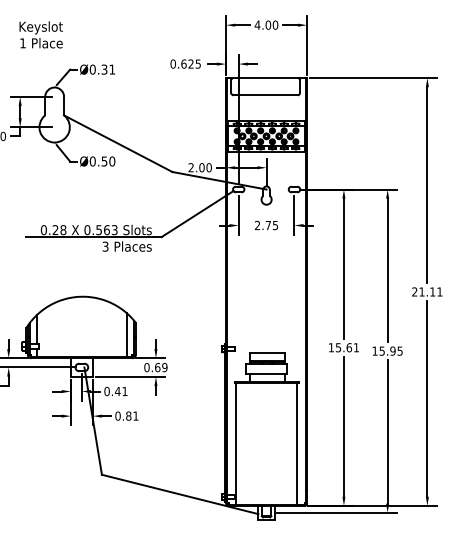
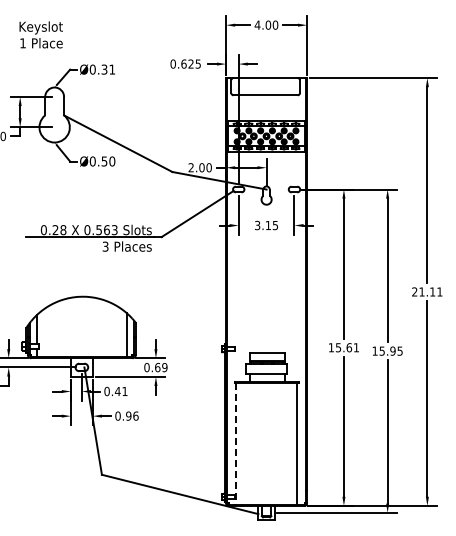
text at (262, 225): 2.75 -> 3.15
text at (132, 415): 0.81 -> 0.96
line at (236, 444): solid -> dashed
